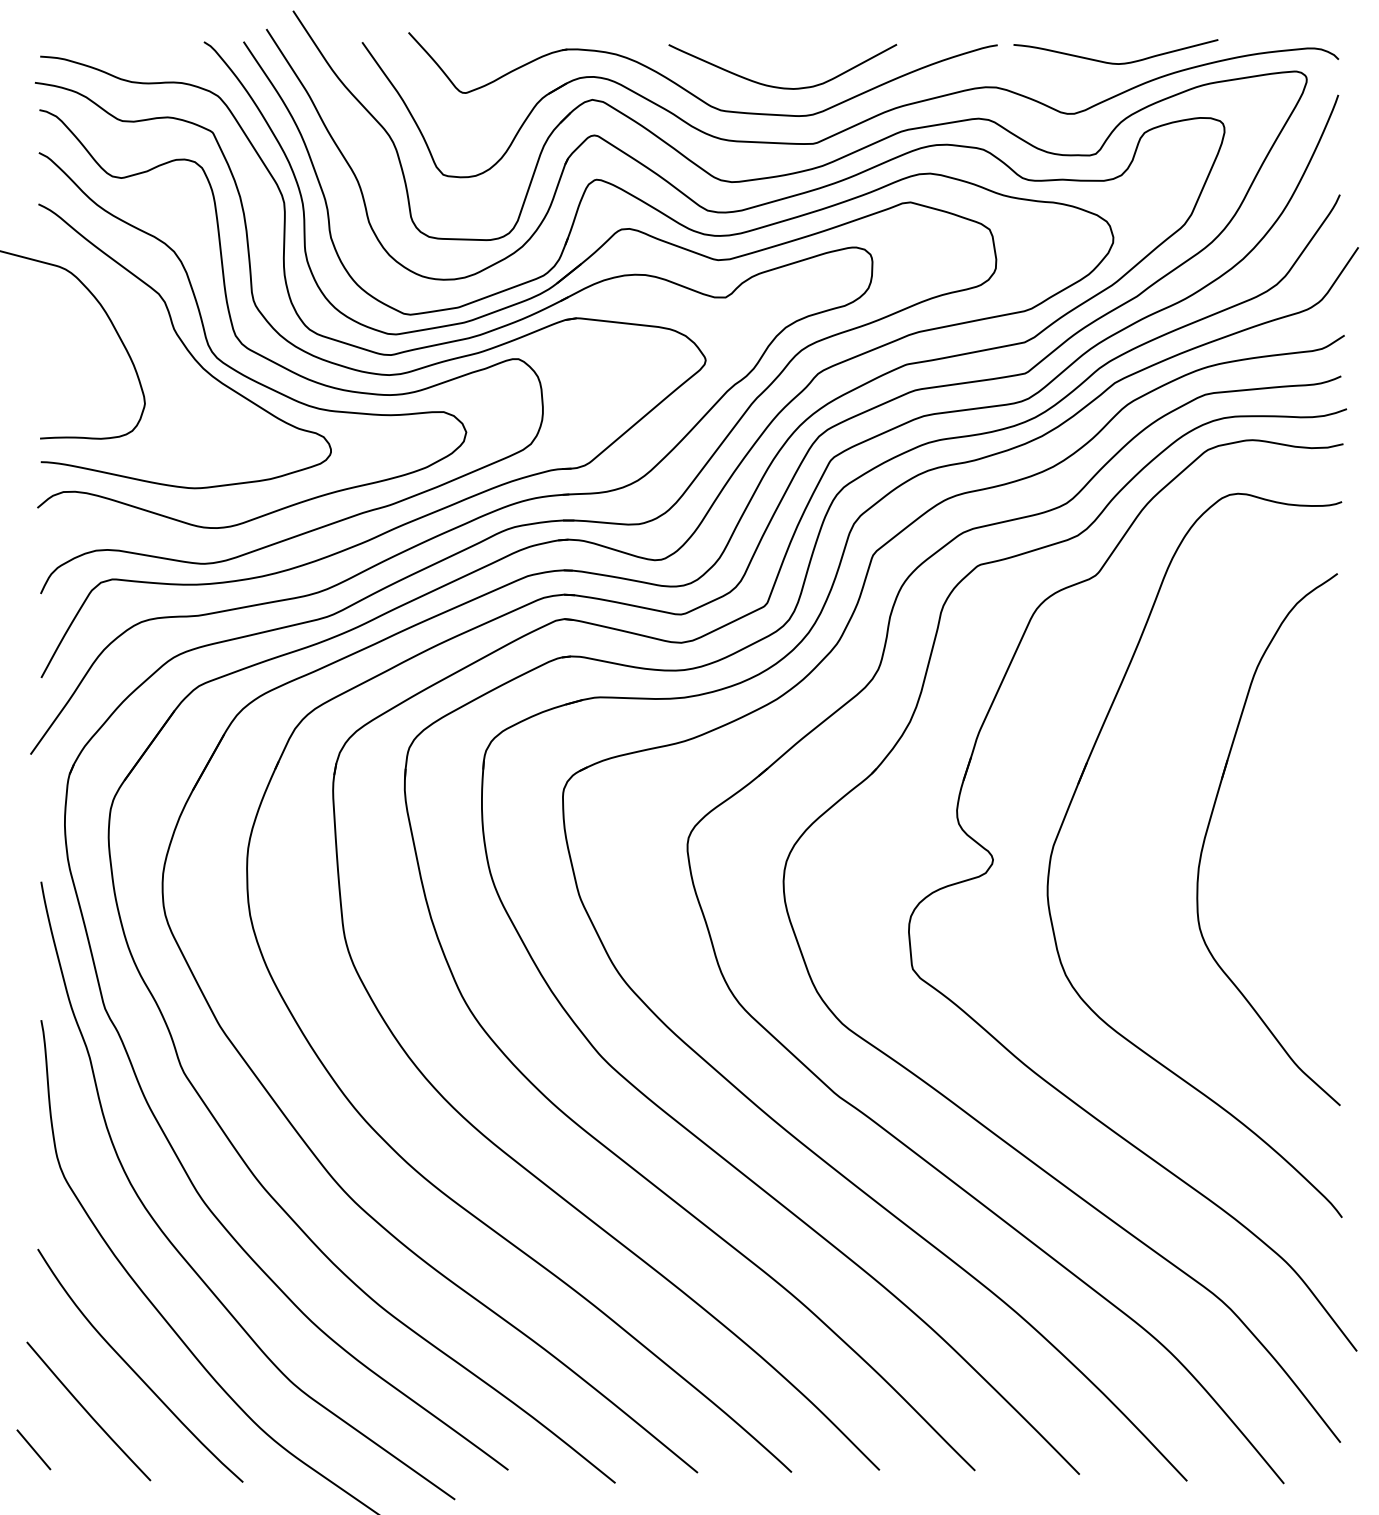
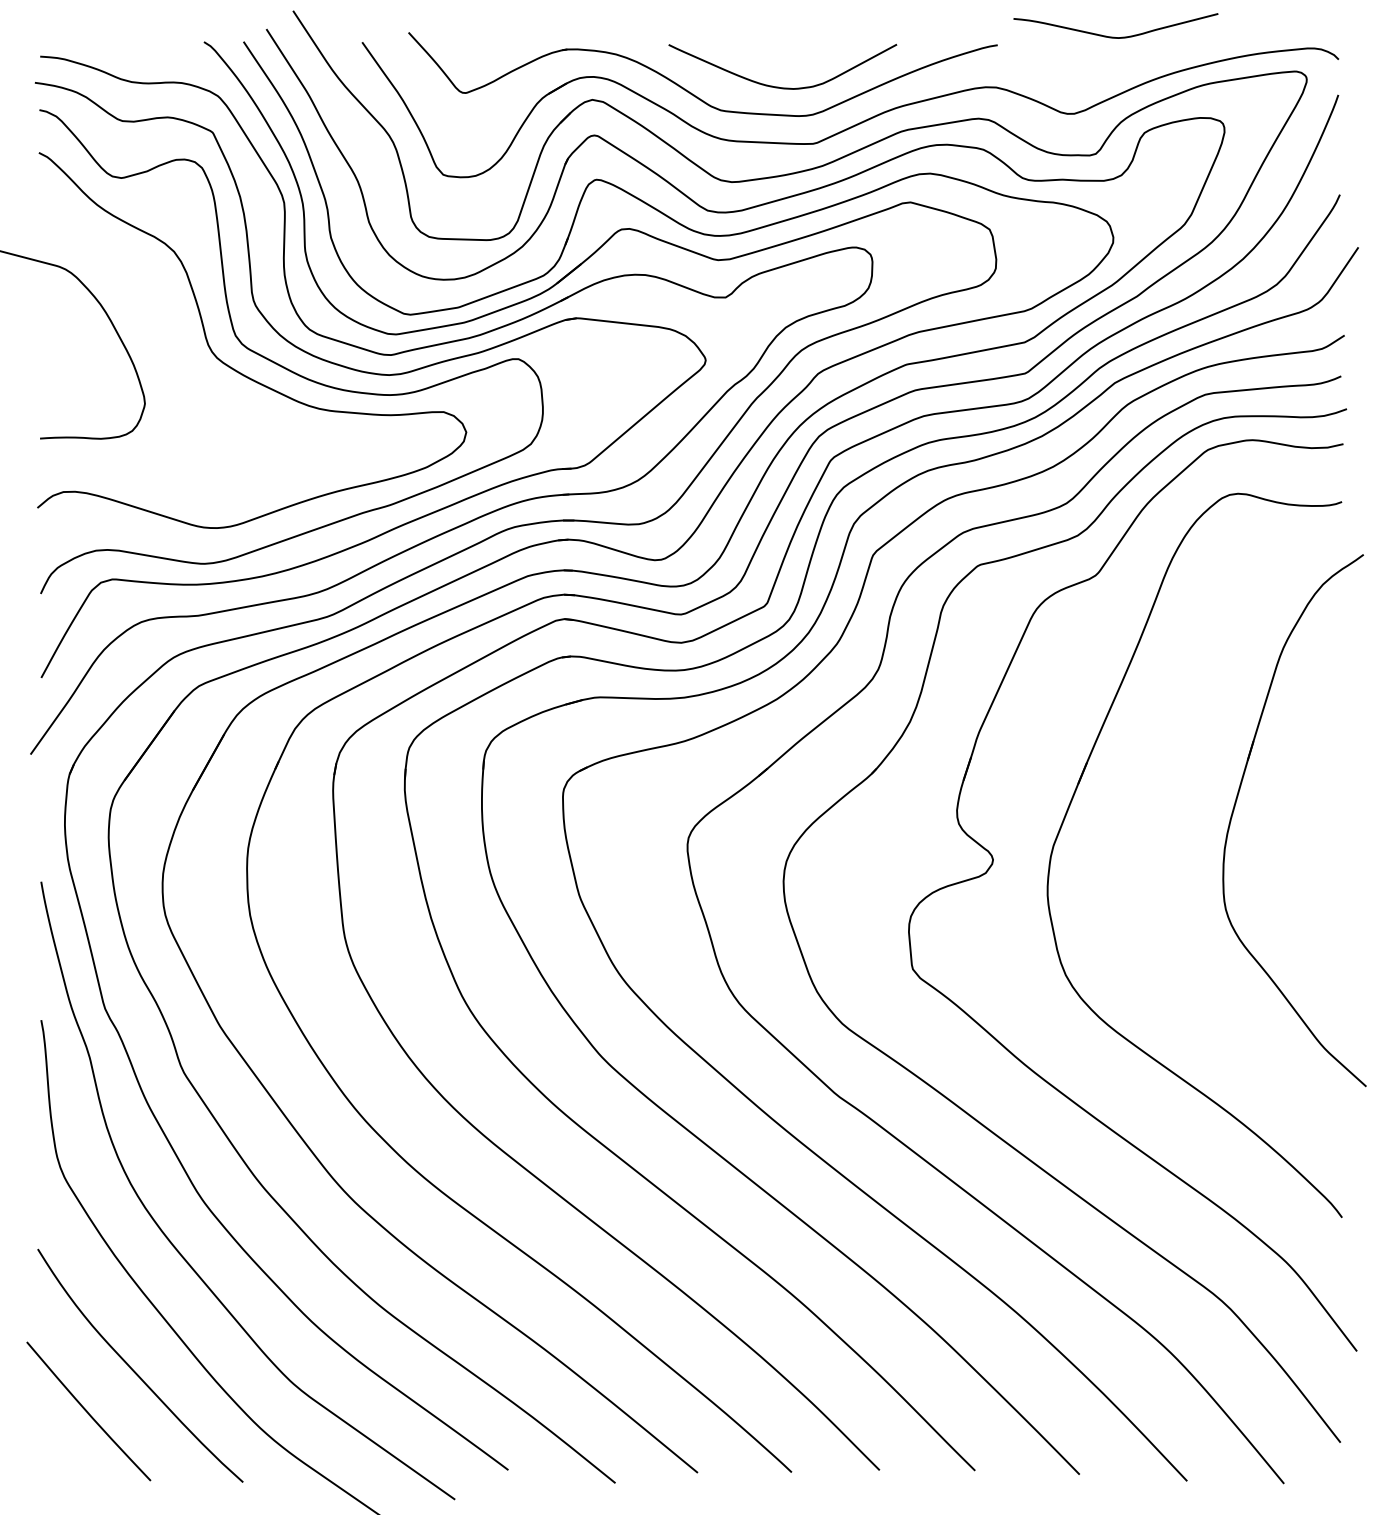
curve at (1114, 62) position: (1114, 62) -> (1114, 36)
curve at (184, 346): present -> none
part at (1211, 819) position: (1211, 819) -> (1237, 800)
line at (33, 1449): present -> none
